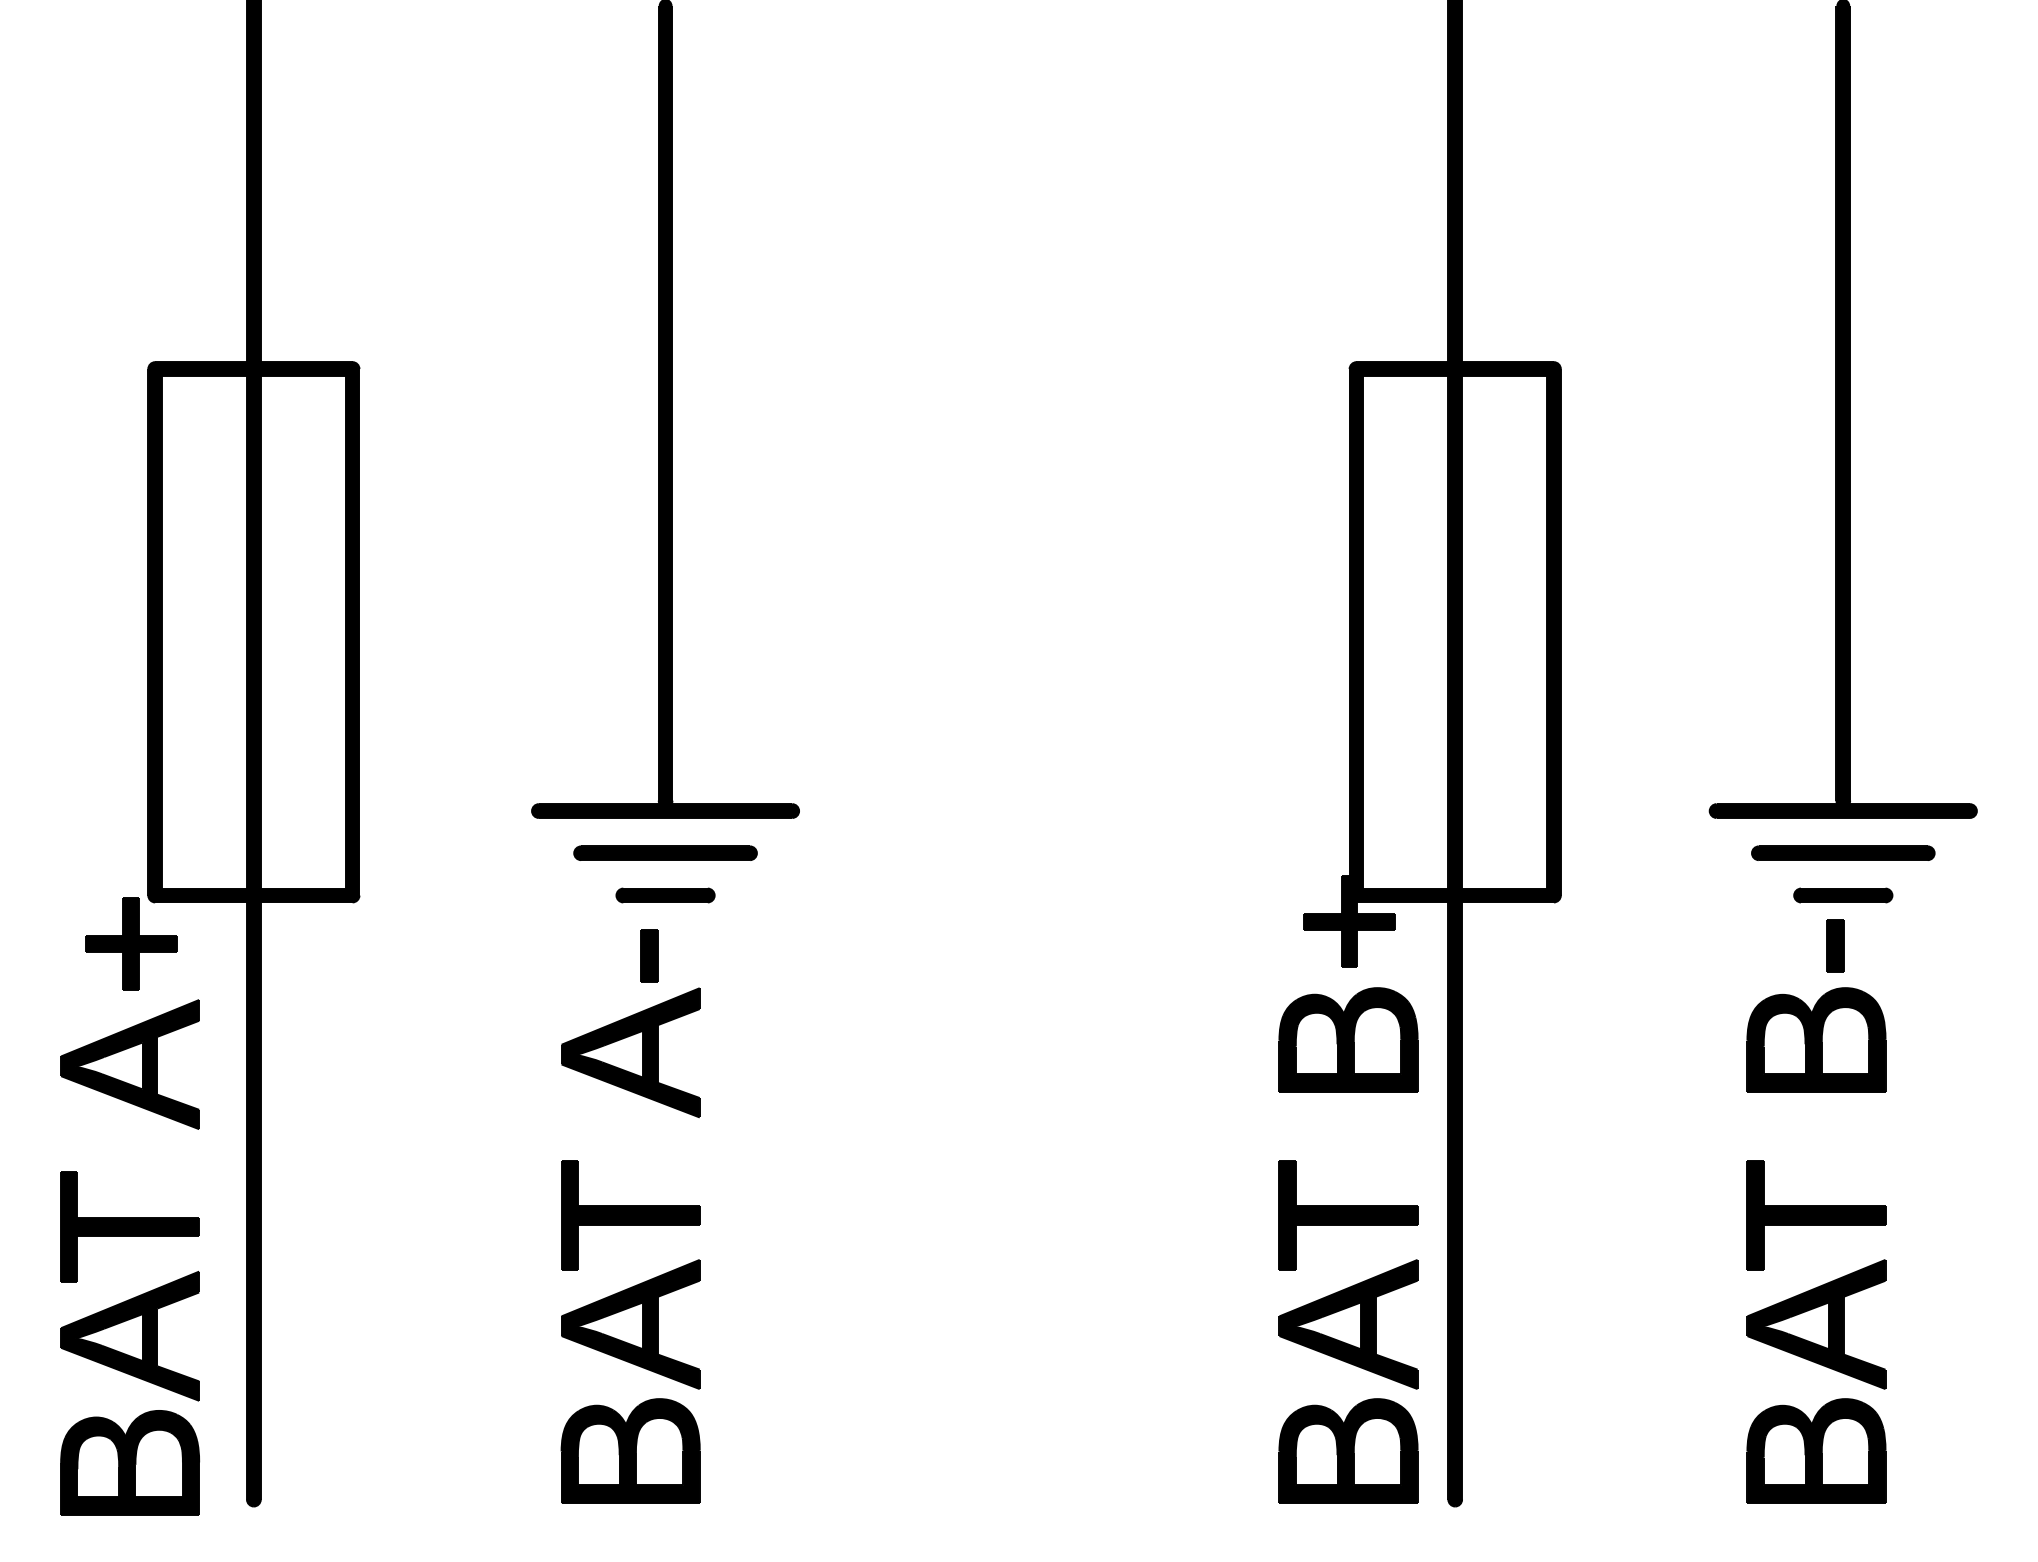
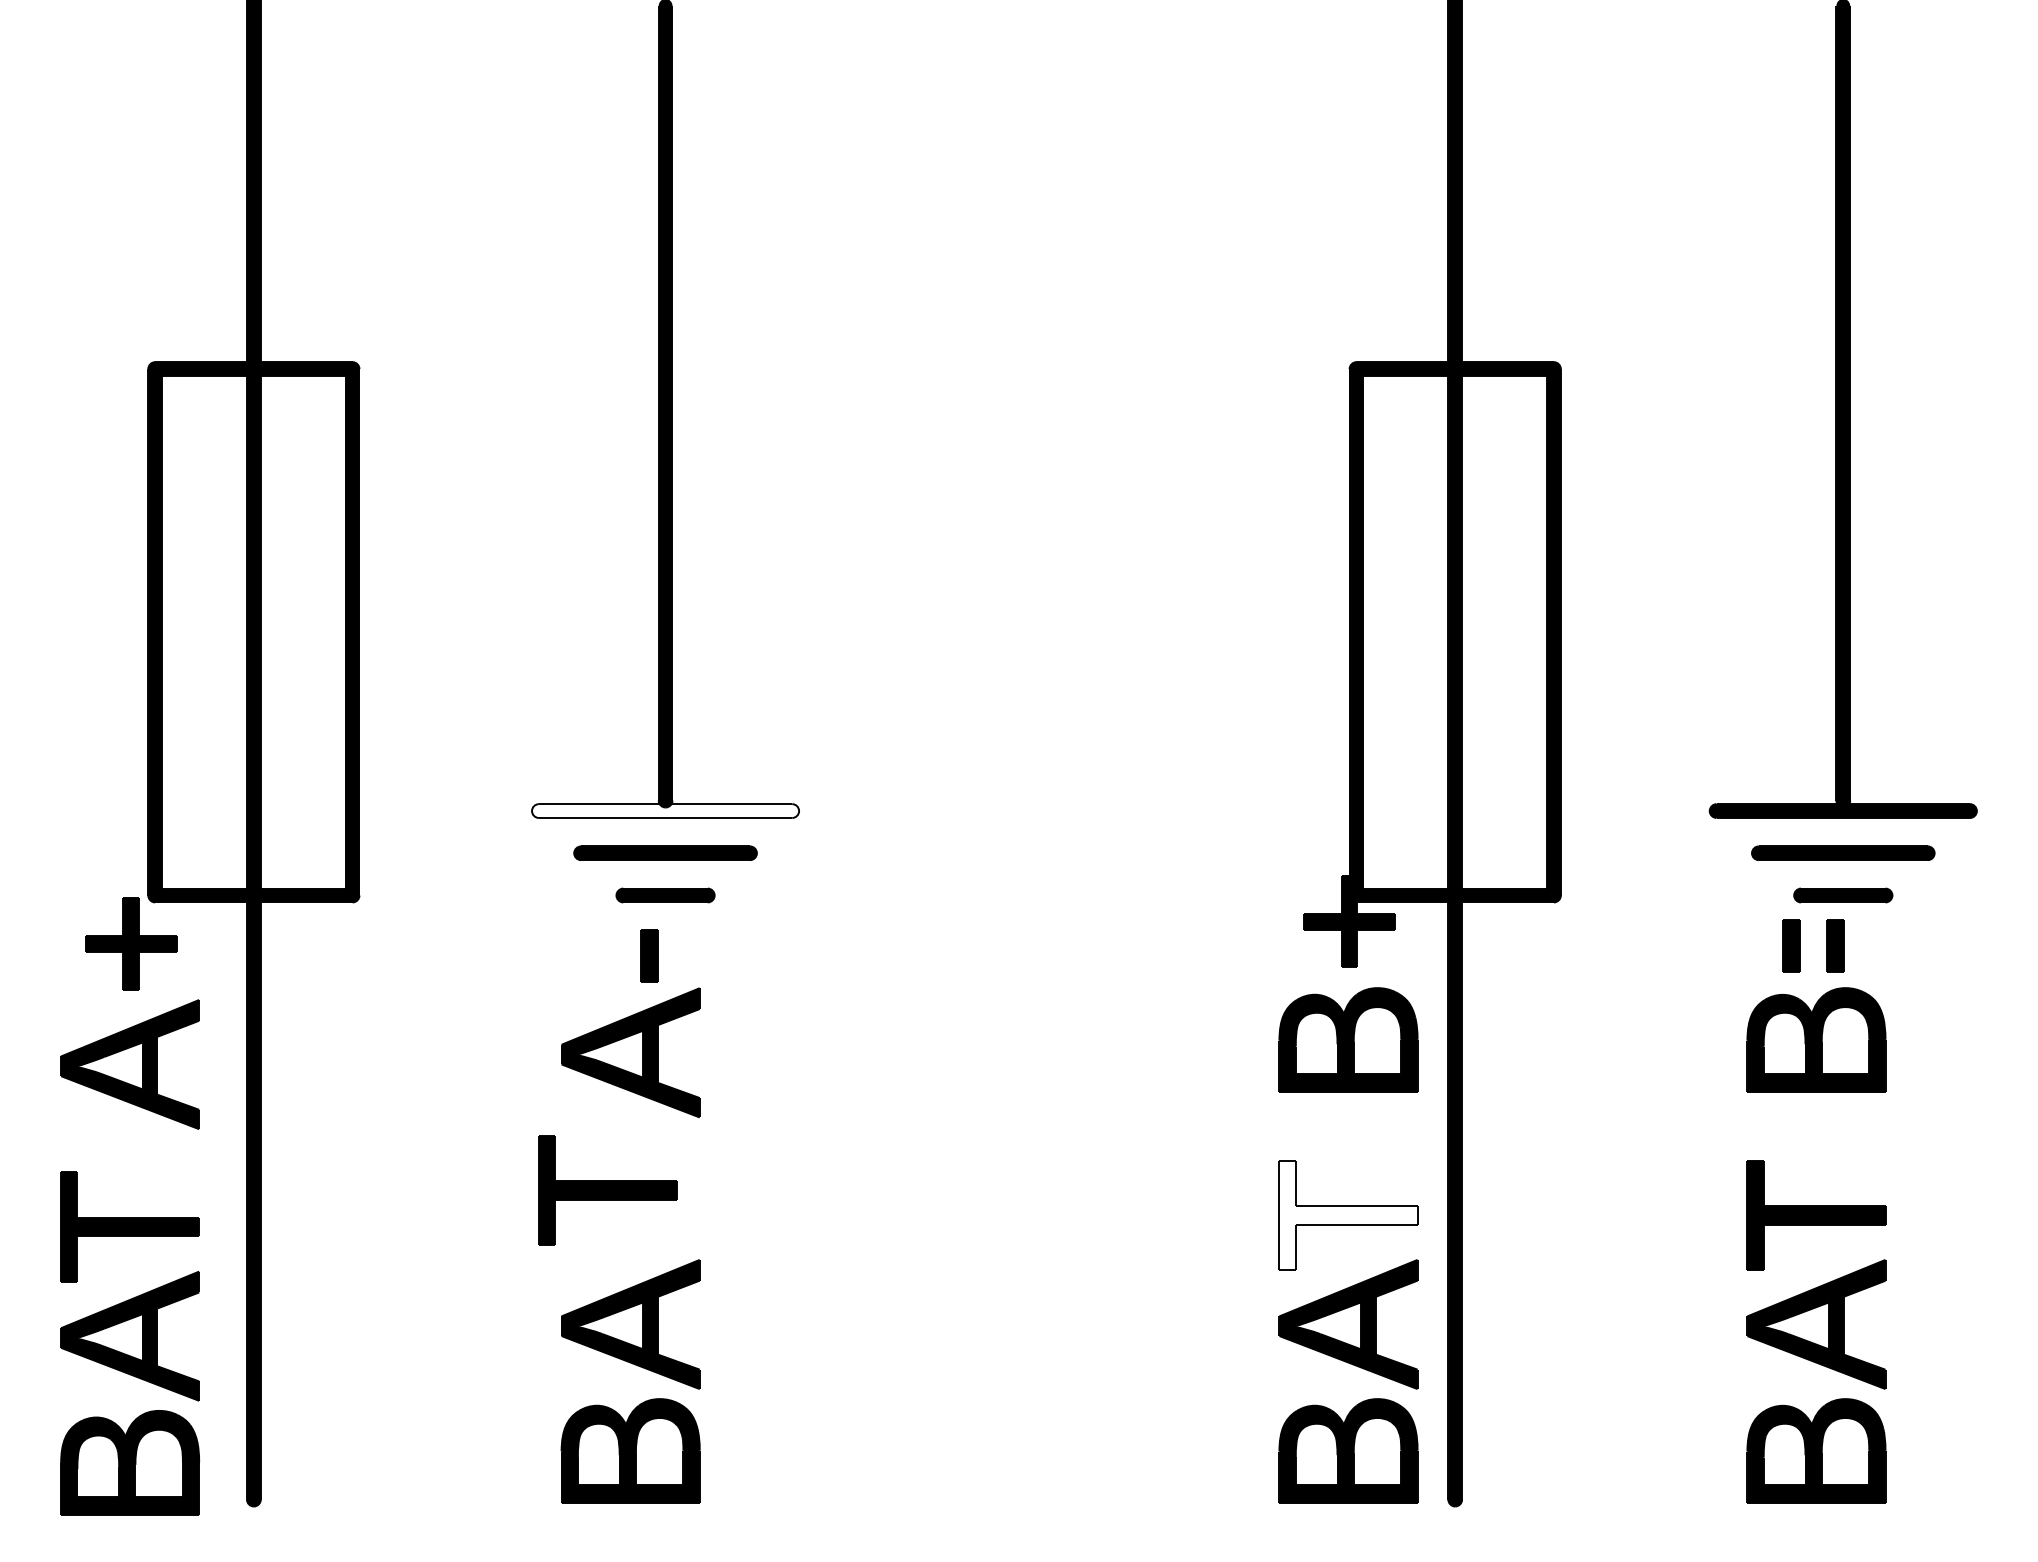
fill at (665, 810): present -> none
part at (1791, 945): none -> present
fill at (1348, 1214): present -> none
part at (630, 1215) position: (630, 1215) -> (607, 1190)
